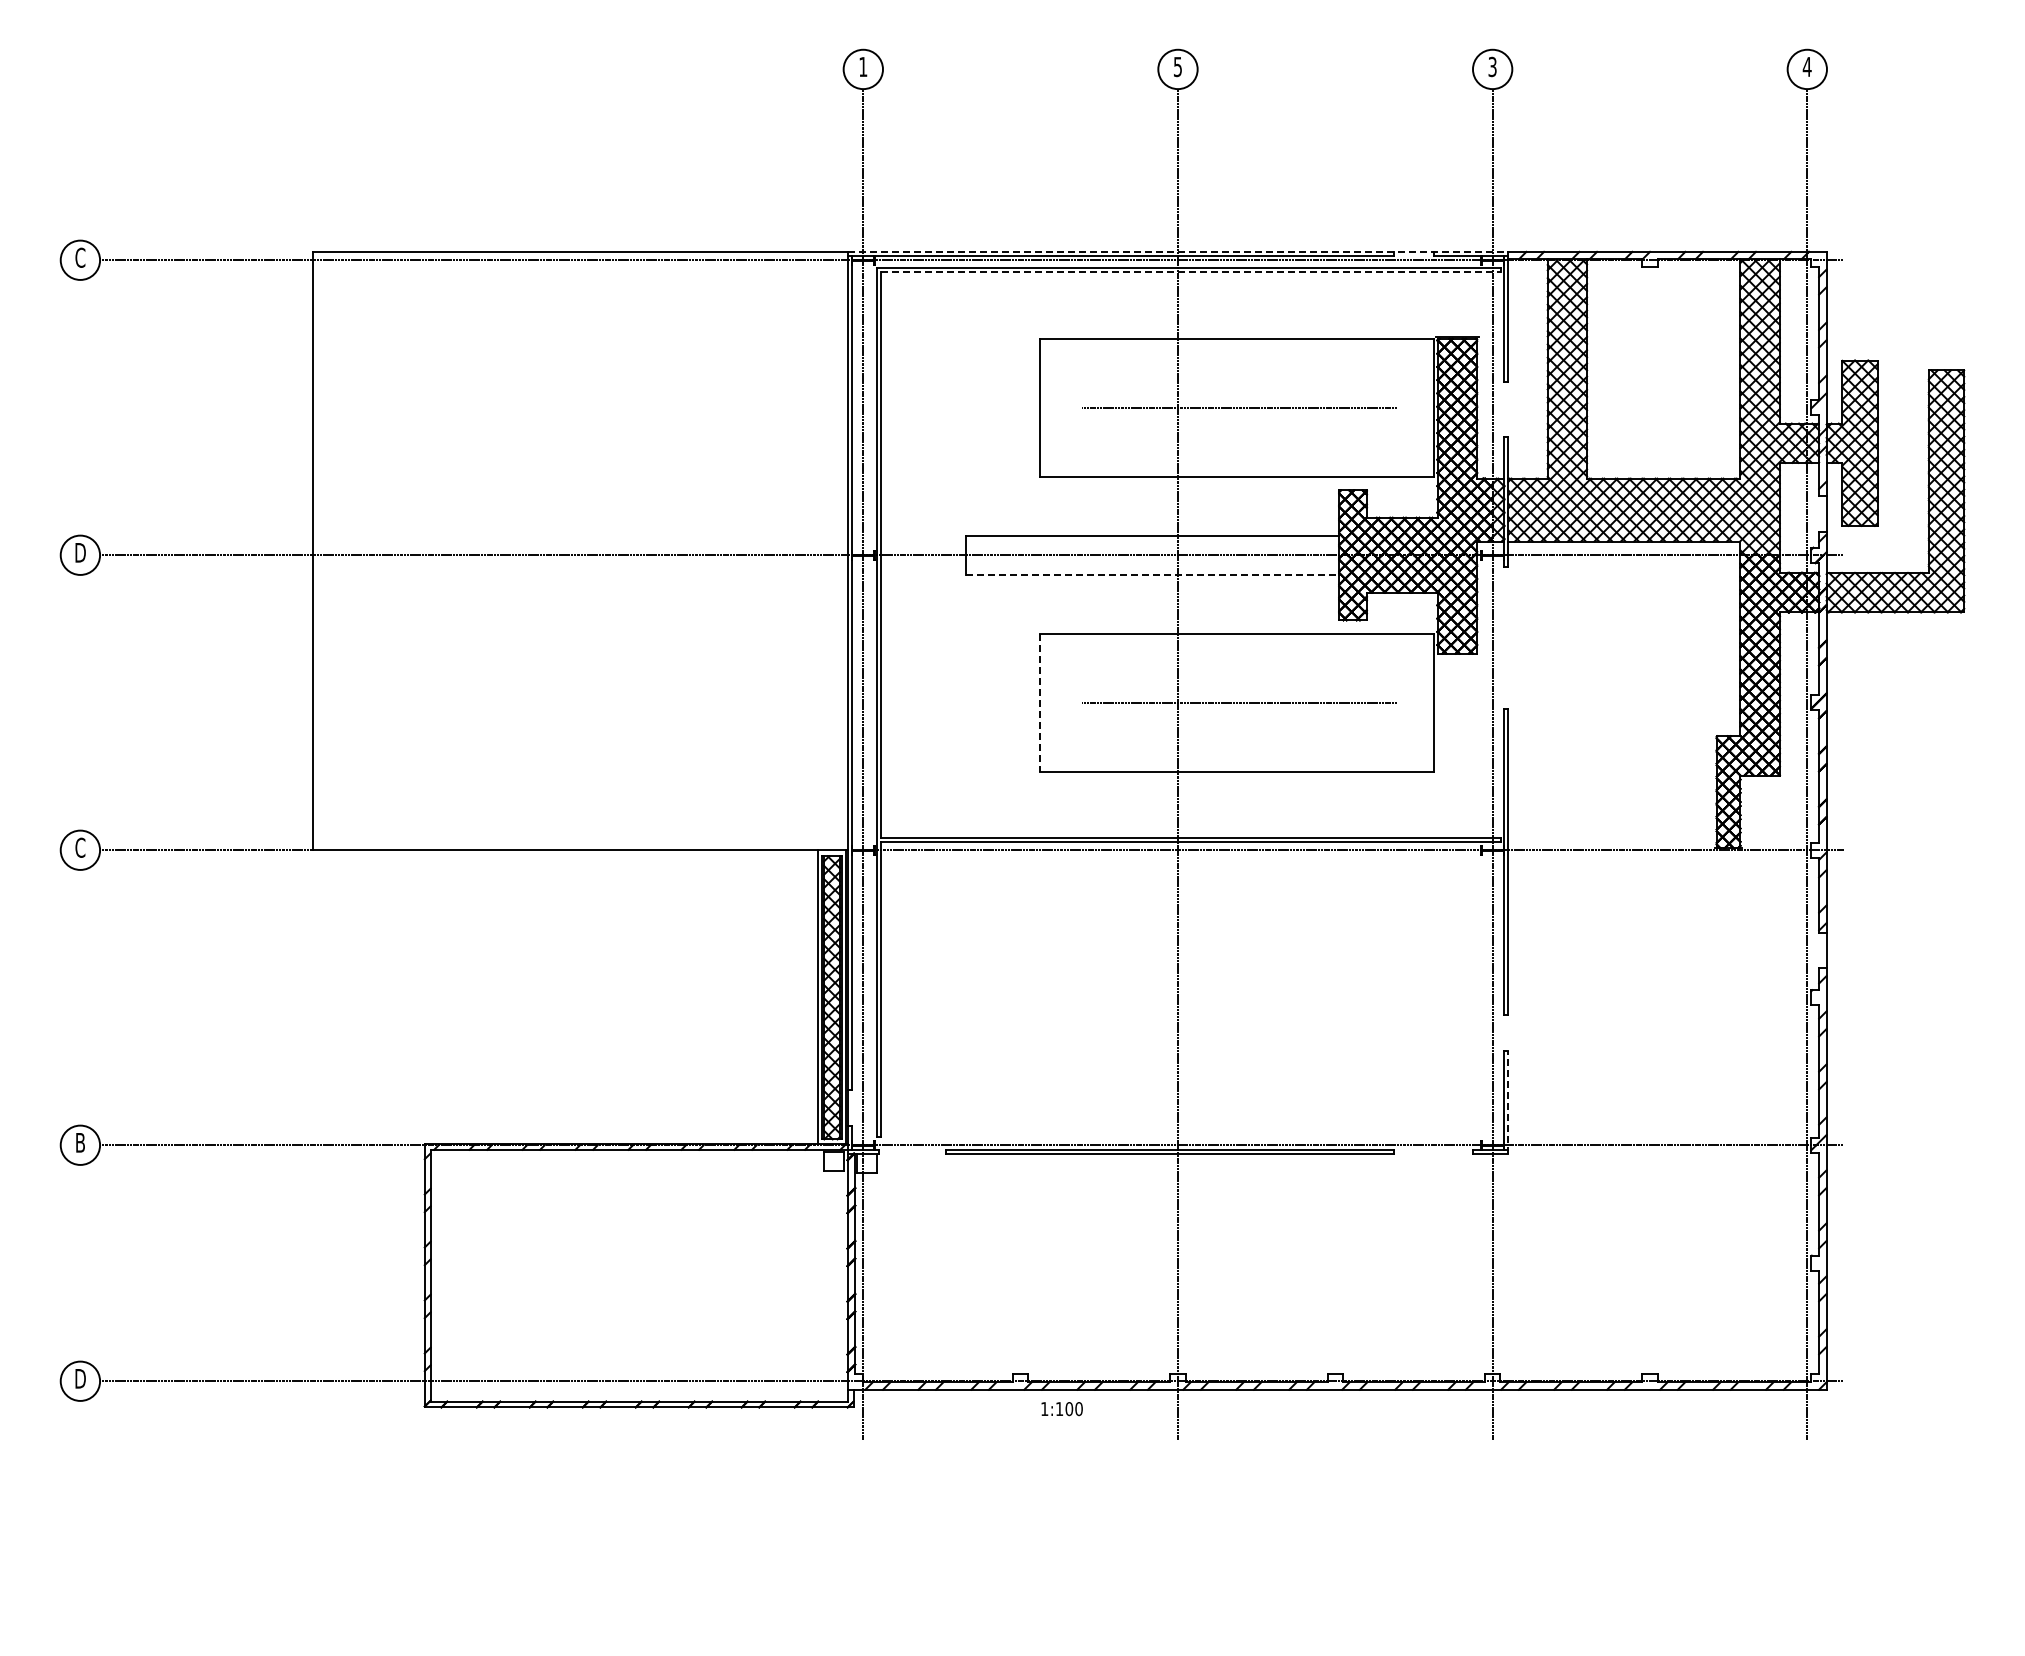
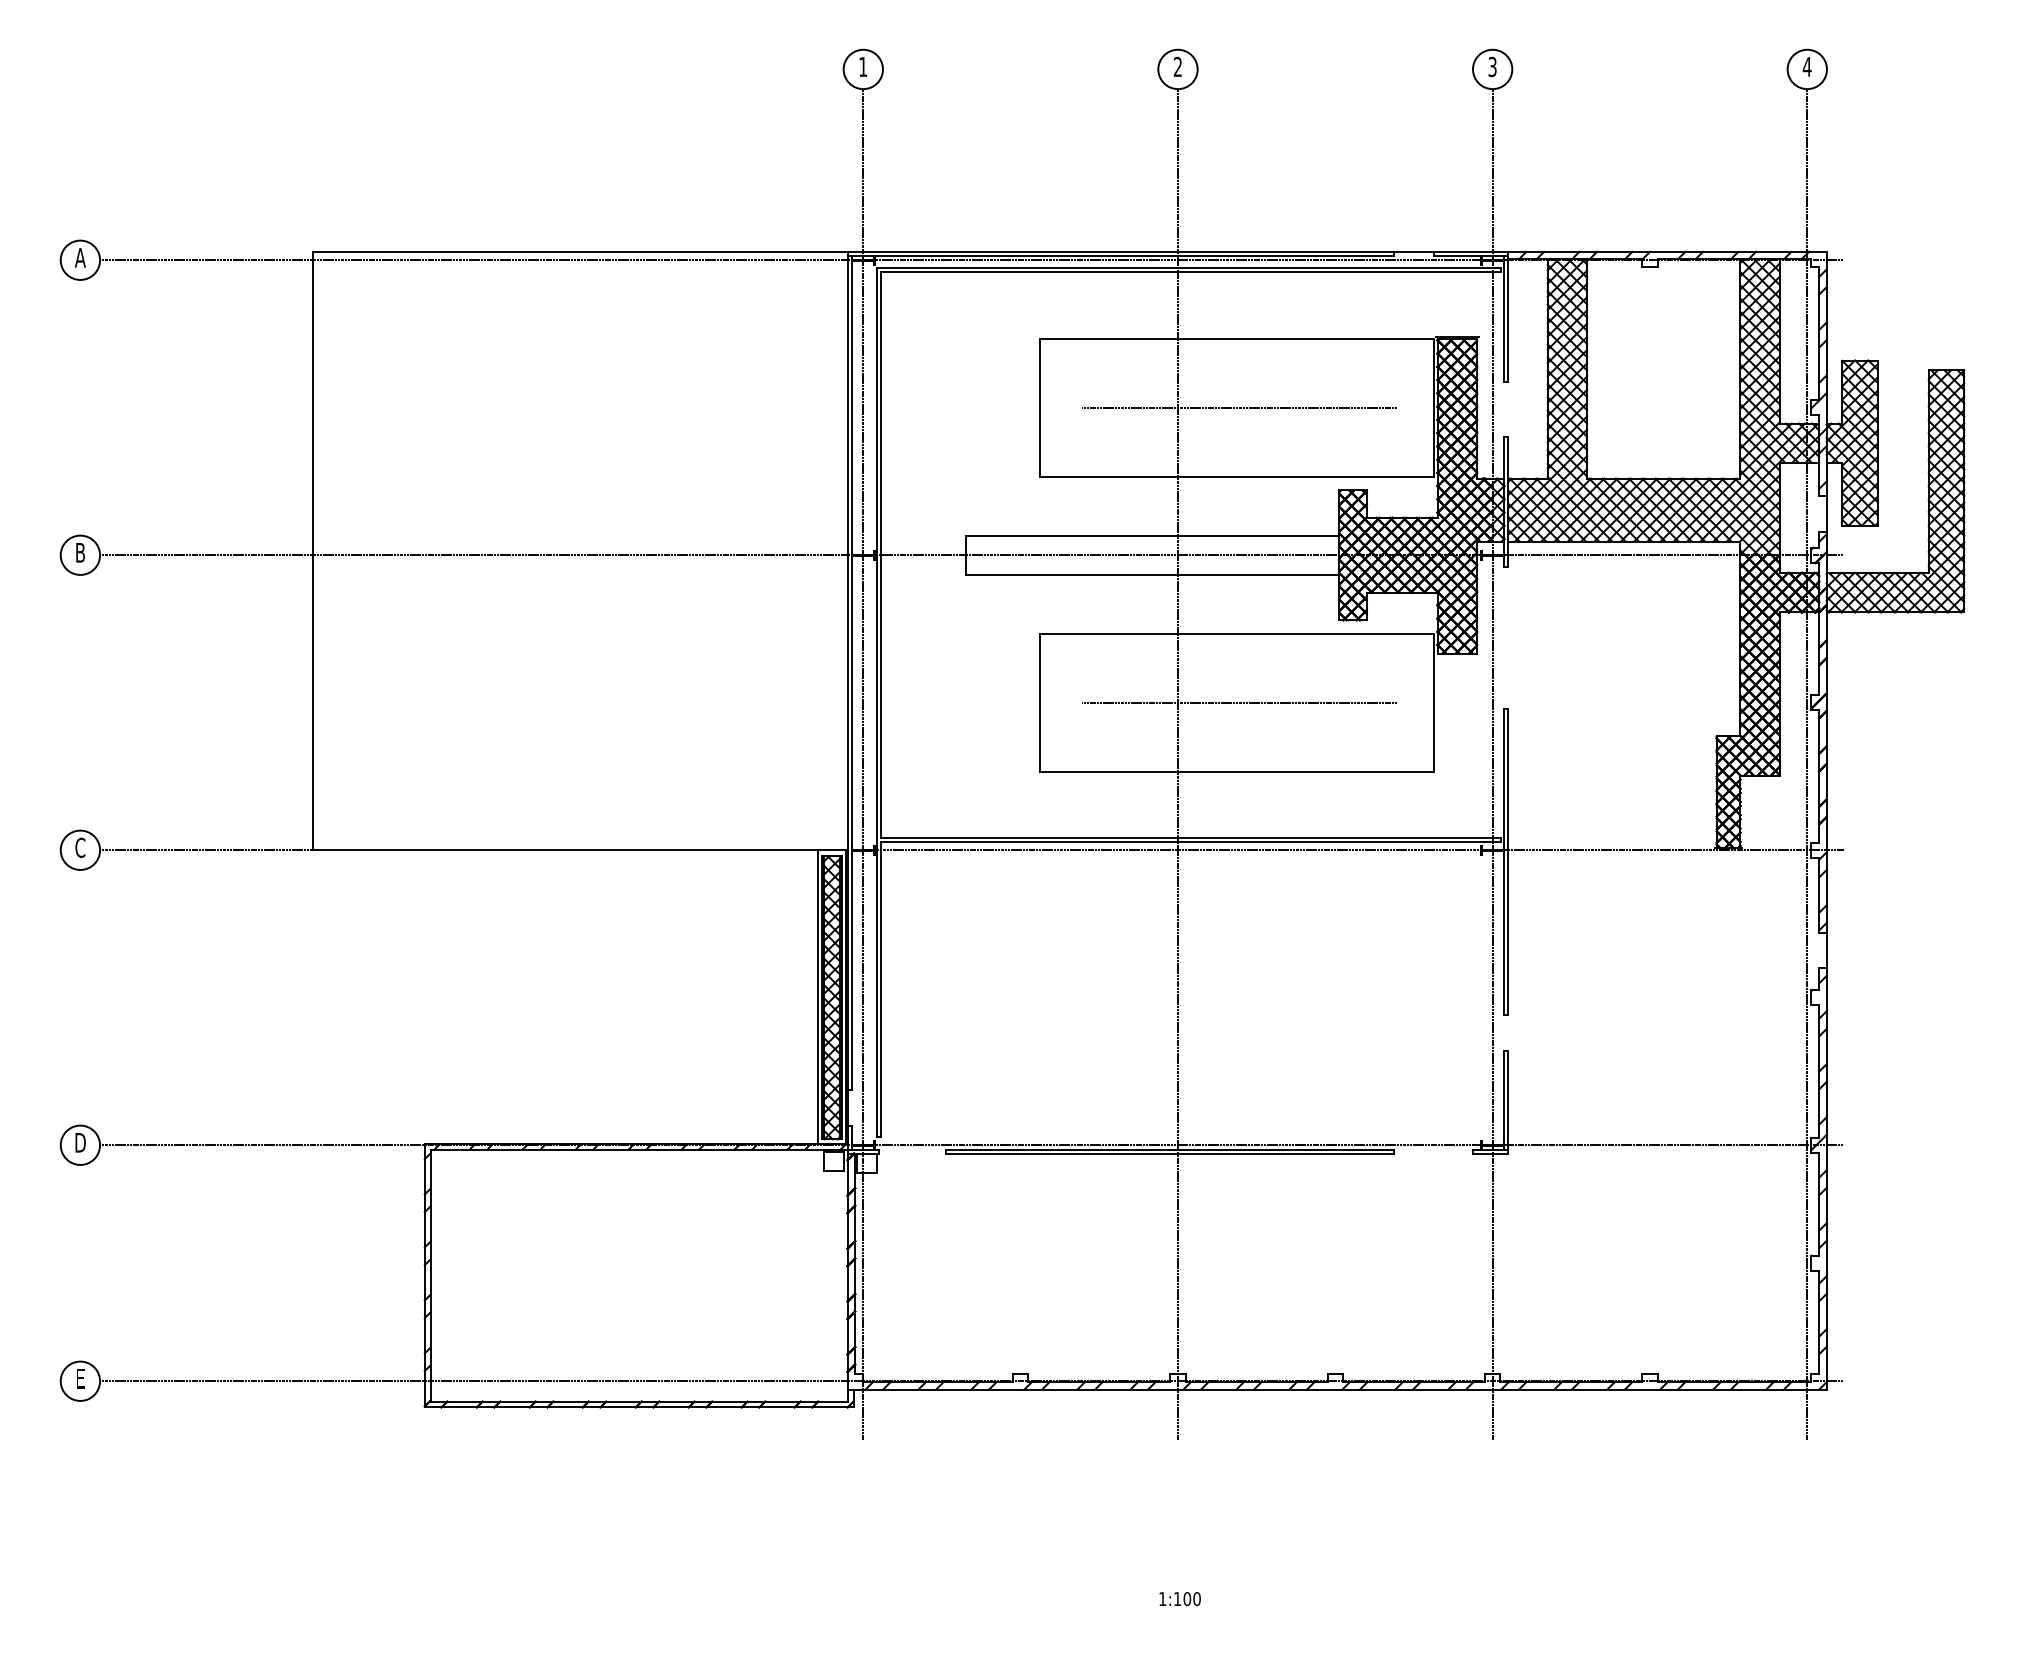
text at (1177, 66): 5 -> 2
line at (1178, 251): dashed -> solid
text at (79, 257): C -> A
line at (1190, 272): dashed -> solid
text at (80, 552): D -> B
line at (1152, 574): dashed -> solid
line at (1040, 702): dashed -> solid
line at (1508, 1101): dashed -> solid
text at (80, 1142): B -> D
text at (80, 1378): D -> E
text at (1061, 1409) position: (1061, 1409) -> (1179, 1599)
